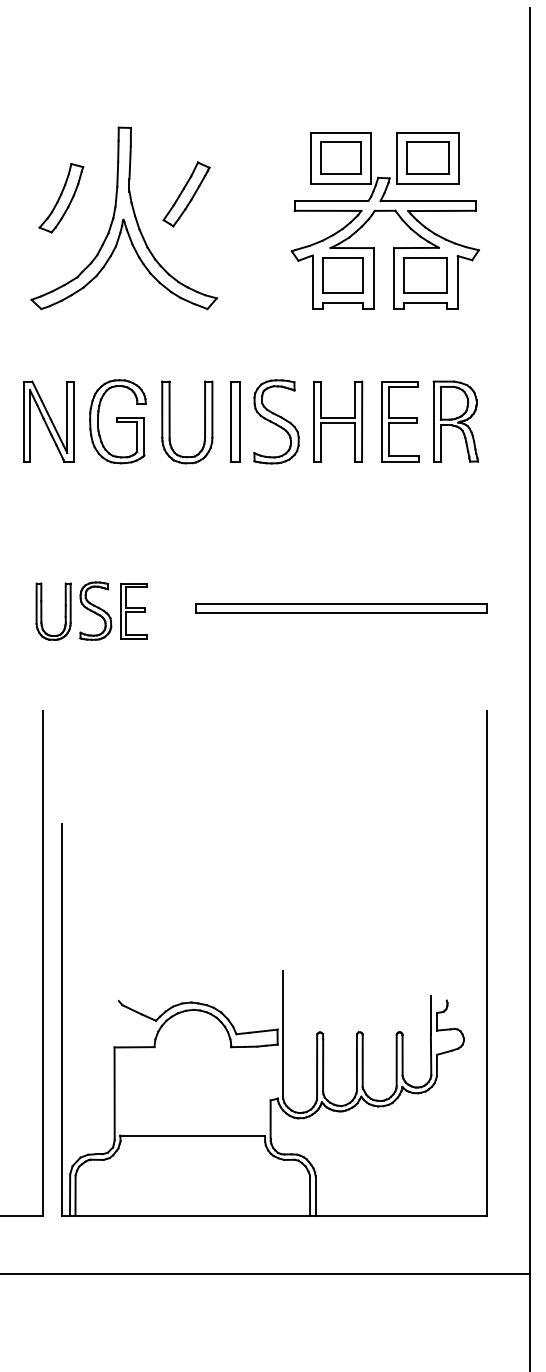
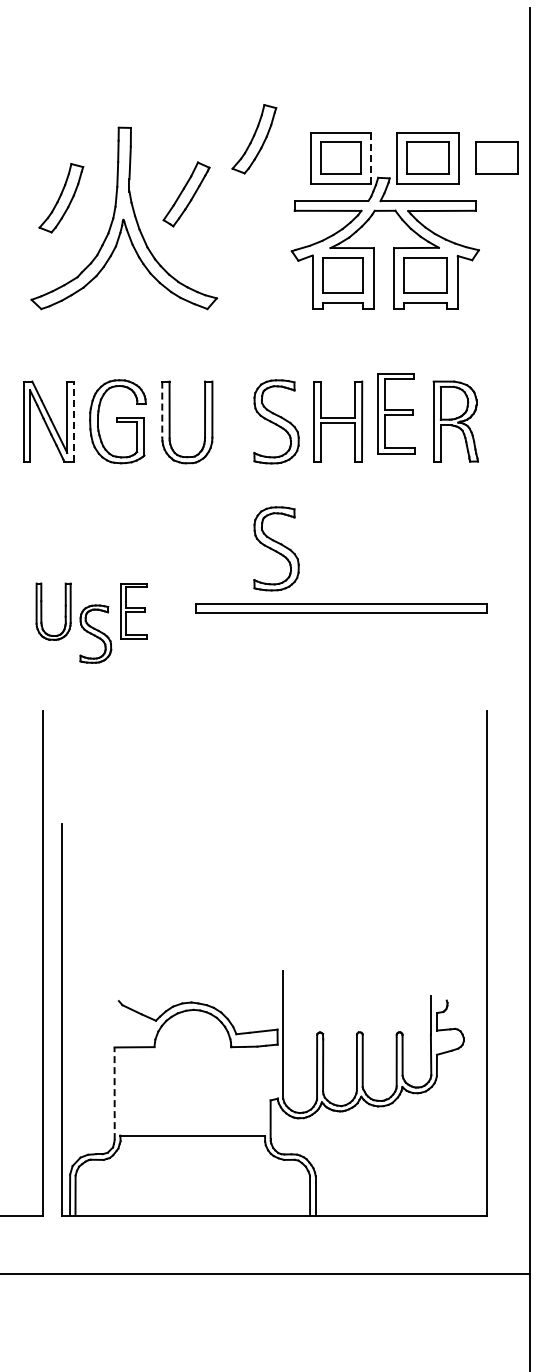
part at (254, 139): none -> present
part at (496, 157): none -> present
line at (371, 158): solid -> dashed
line at (162, 410): solid -> dashed
line at (73, 421): solid -> dashed
part at (235, 421): present -> none
part at (400, 421) position: (400, 421) -> (396, 413)
part at (276, 548): none -> present
part at (95, 610) position: (95, 610) -> (95, 633)
line at (114, 1093): solid -> dashed
